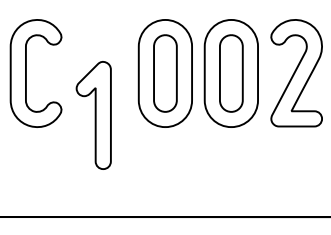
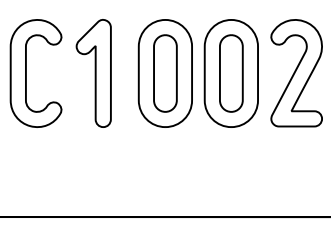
part at (93, 115) position: (93, 115) -> (93, 73)
